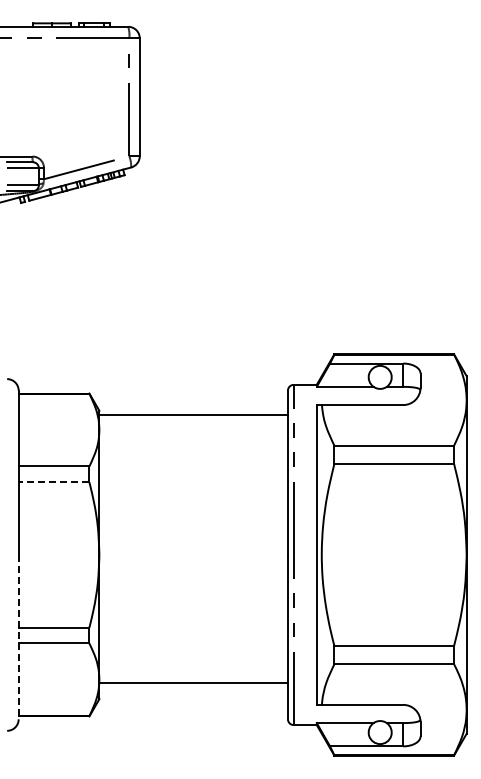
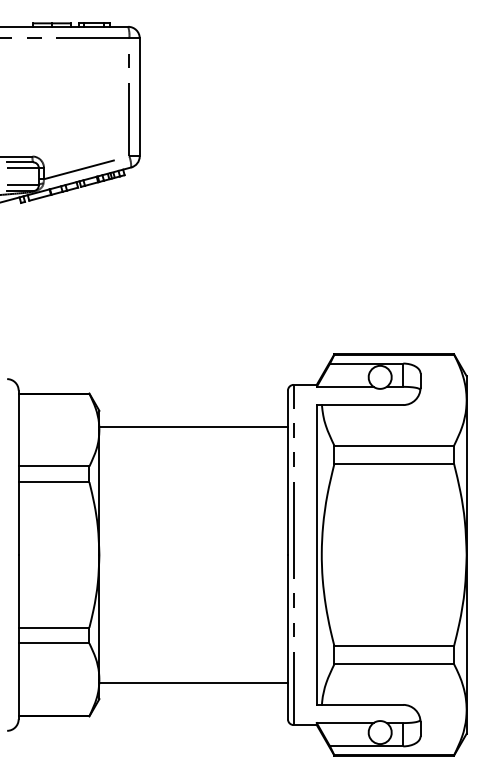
line at (193, 414) position: (193, 414) -> (193, 426)
line at (53, 482): dashed -> solid
line at (18, 637): dashed -> solid
